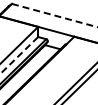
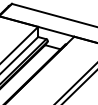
line at (55, 15): dashed -> solid
line at (18, 55): dashed -> solid
